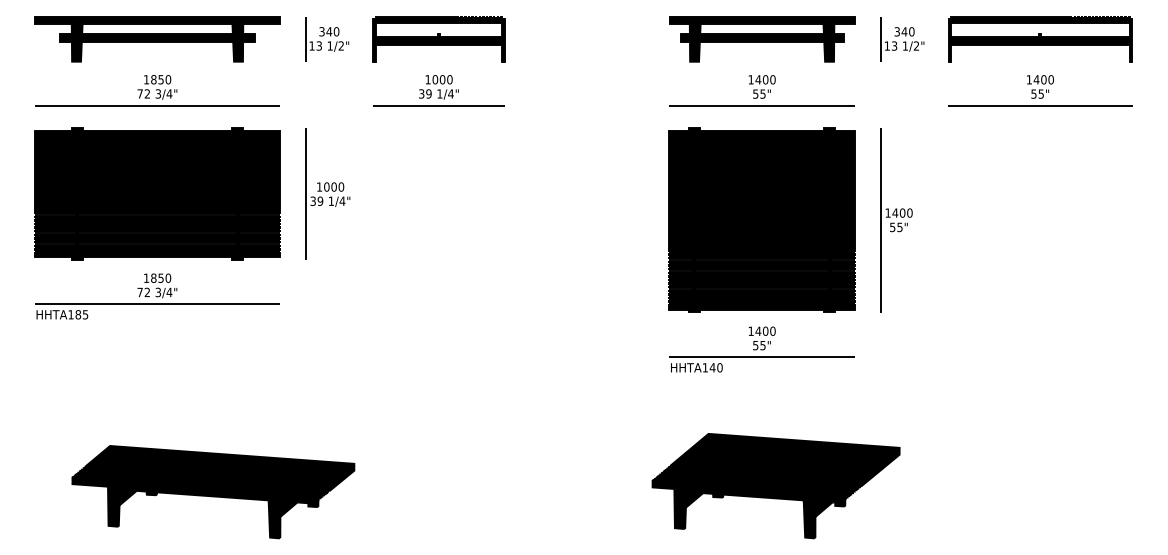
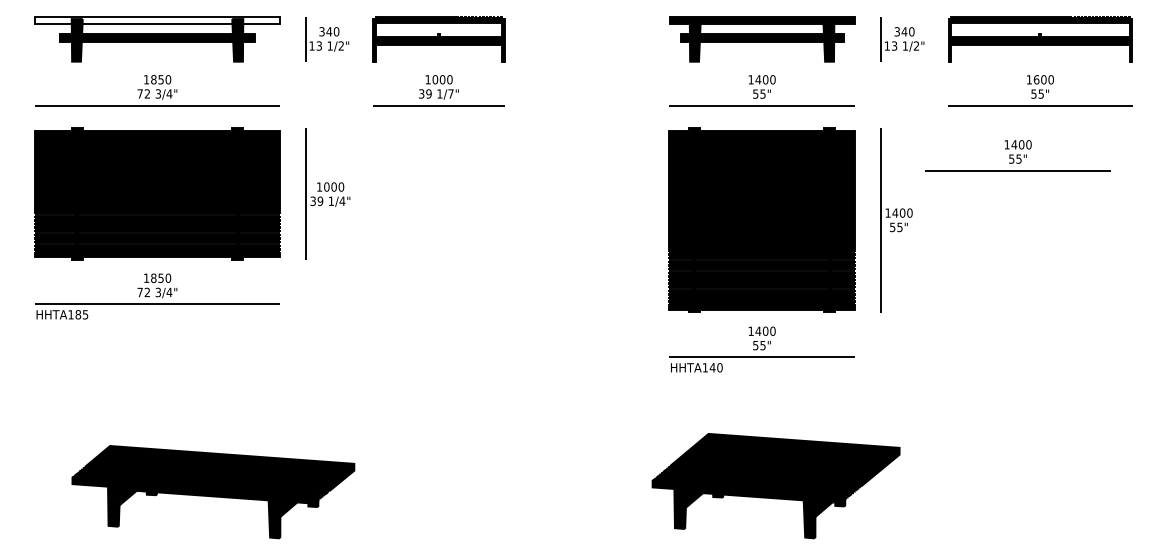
fill at (157, 19): present -> none
text at (1036, 79): 1400 -> 1600
text at (450, 93): 1/4" -> 1/7"
part at (1017, 155): none -> present
